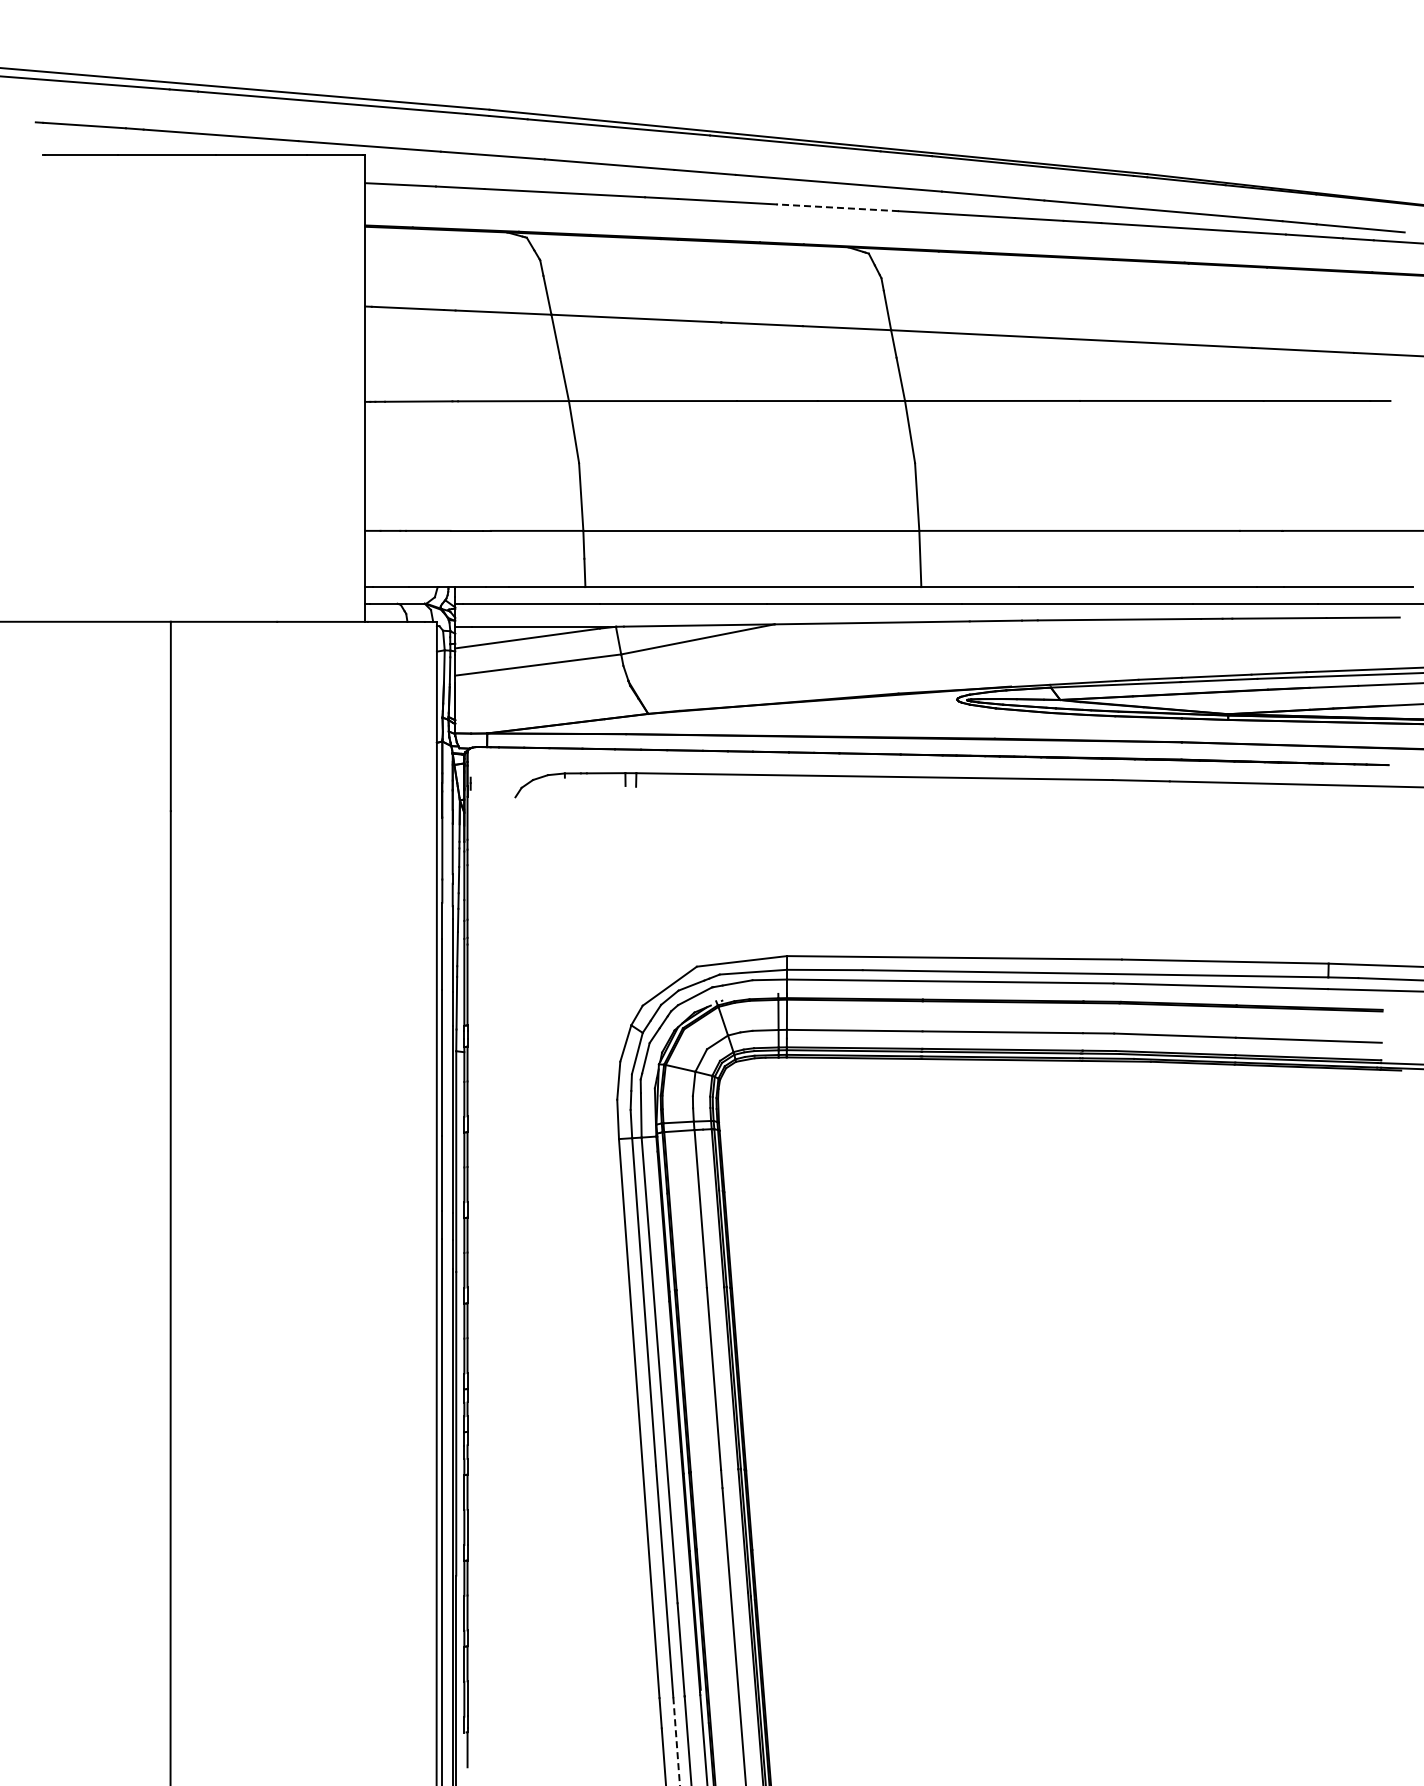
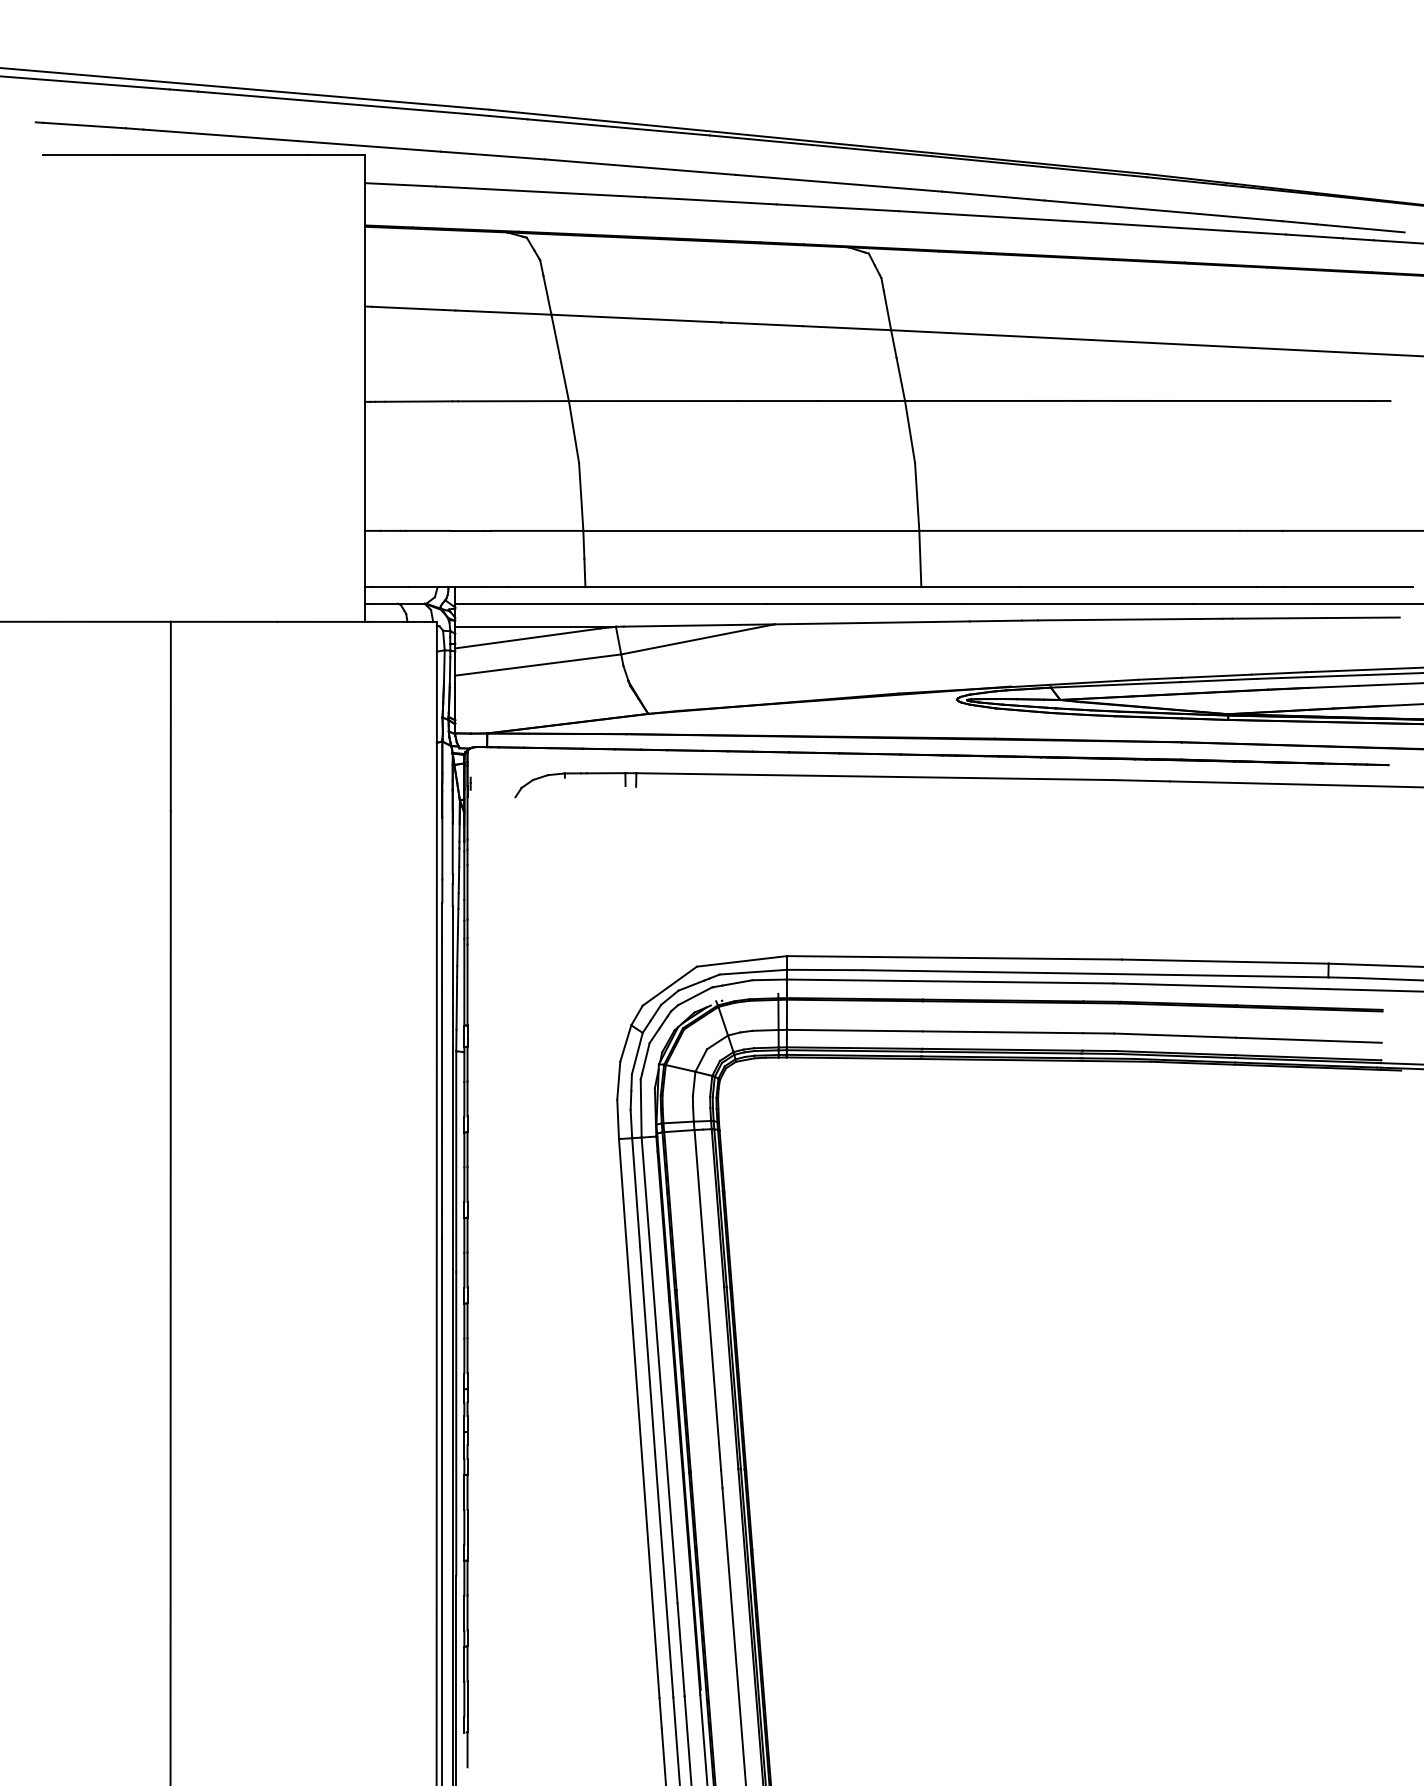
line at (837, 207): dashed -> solid
line at (676, 1742): dashed -> solid
